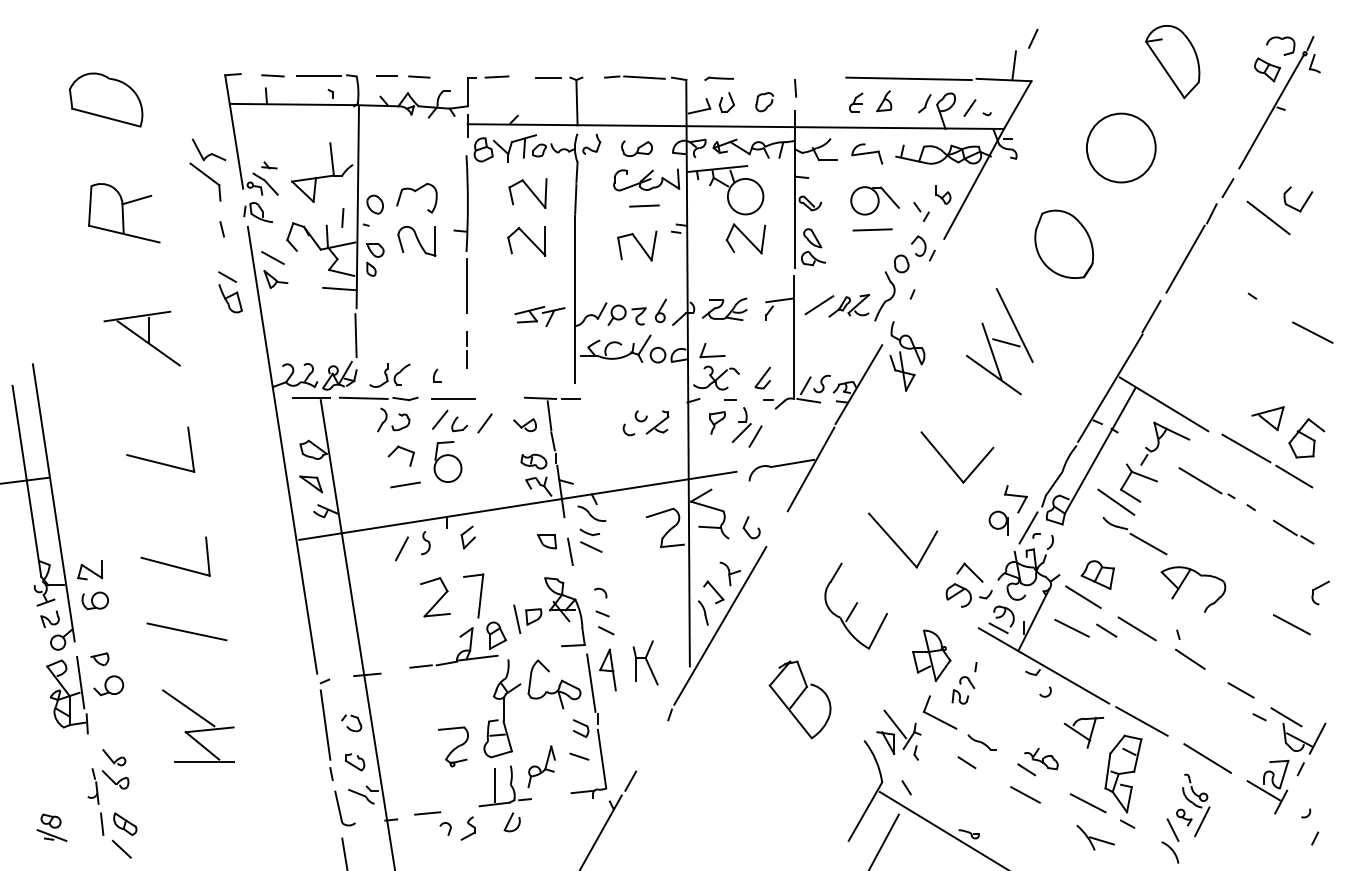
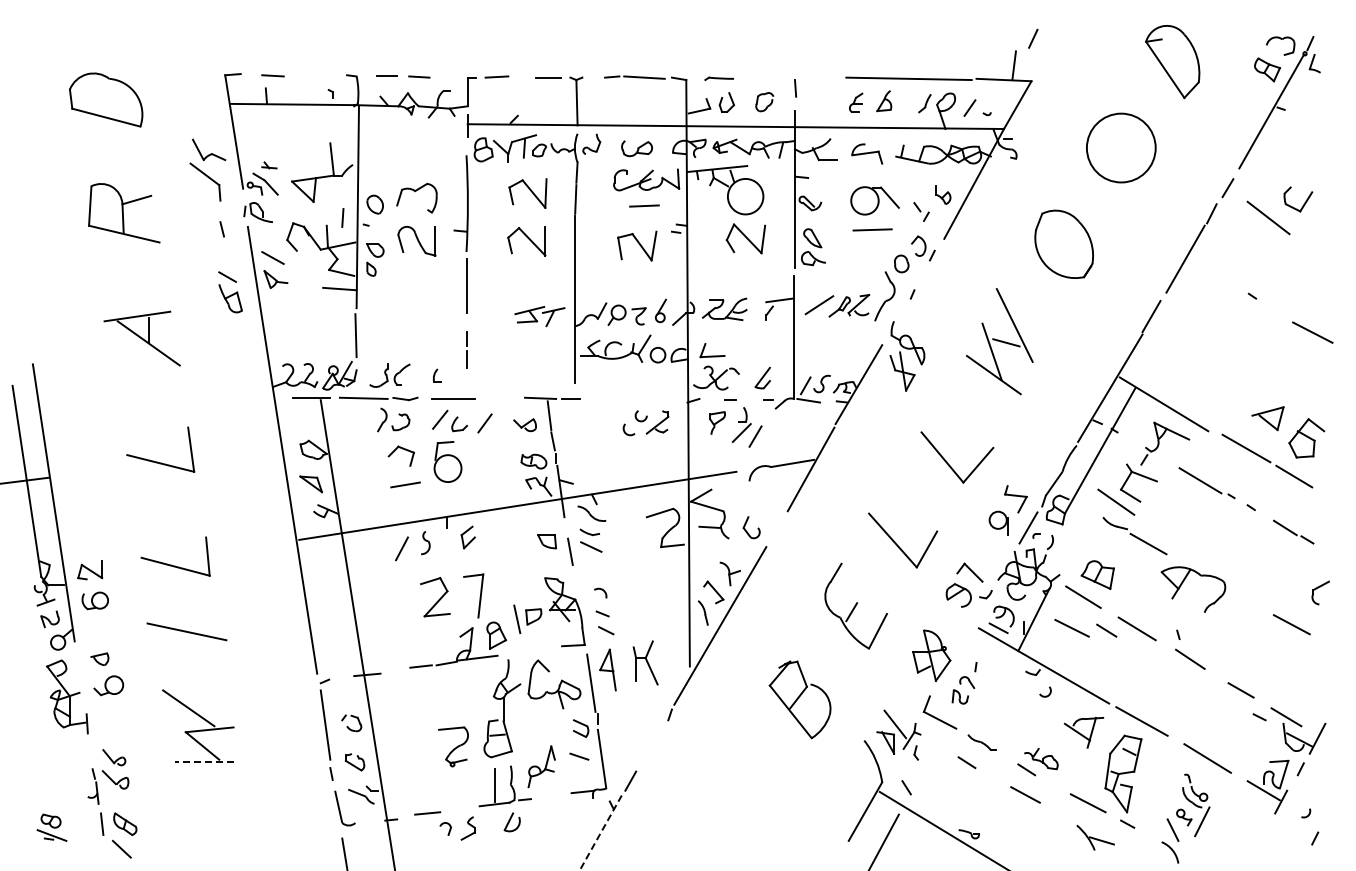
line at (318, 76): present -> none
line at (80, 682): present -> none
line at (203, 762): solid -> dashed
line at (600, 833): solid -> dashed
